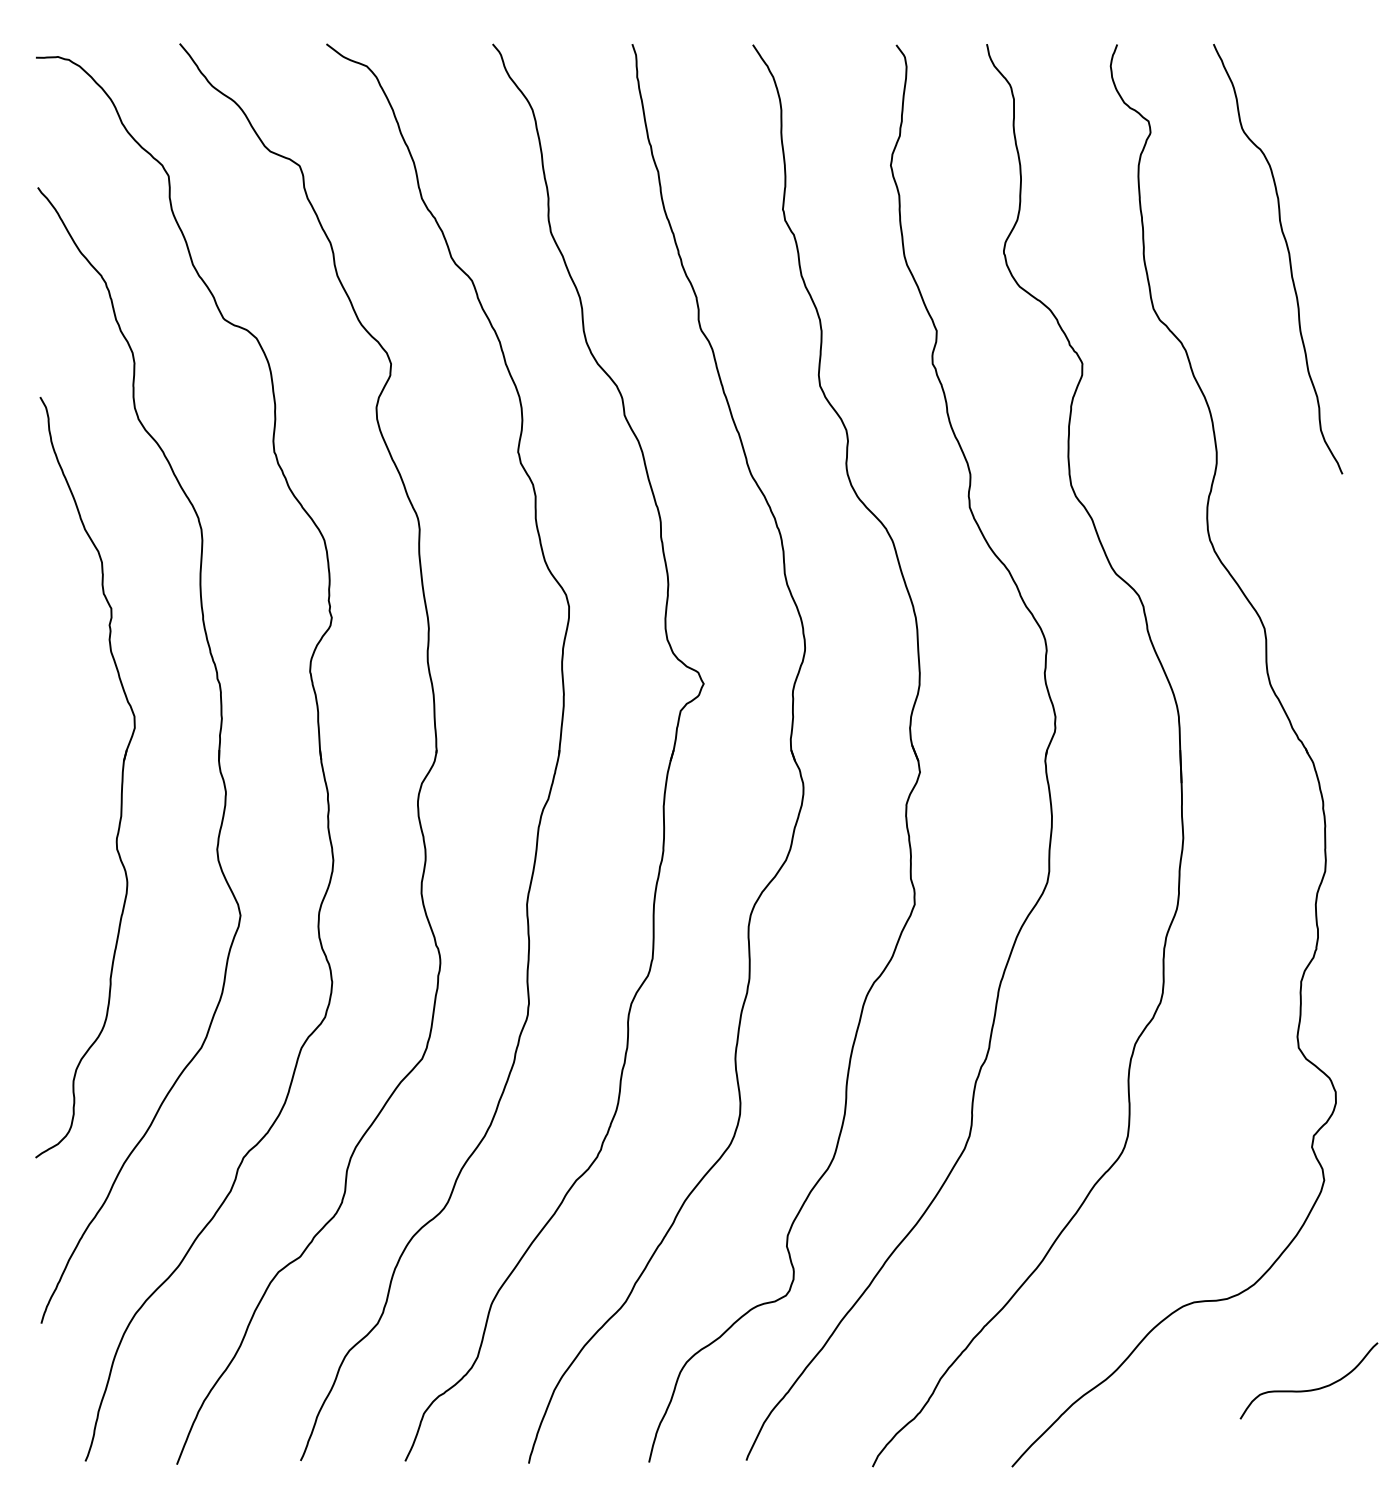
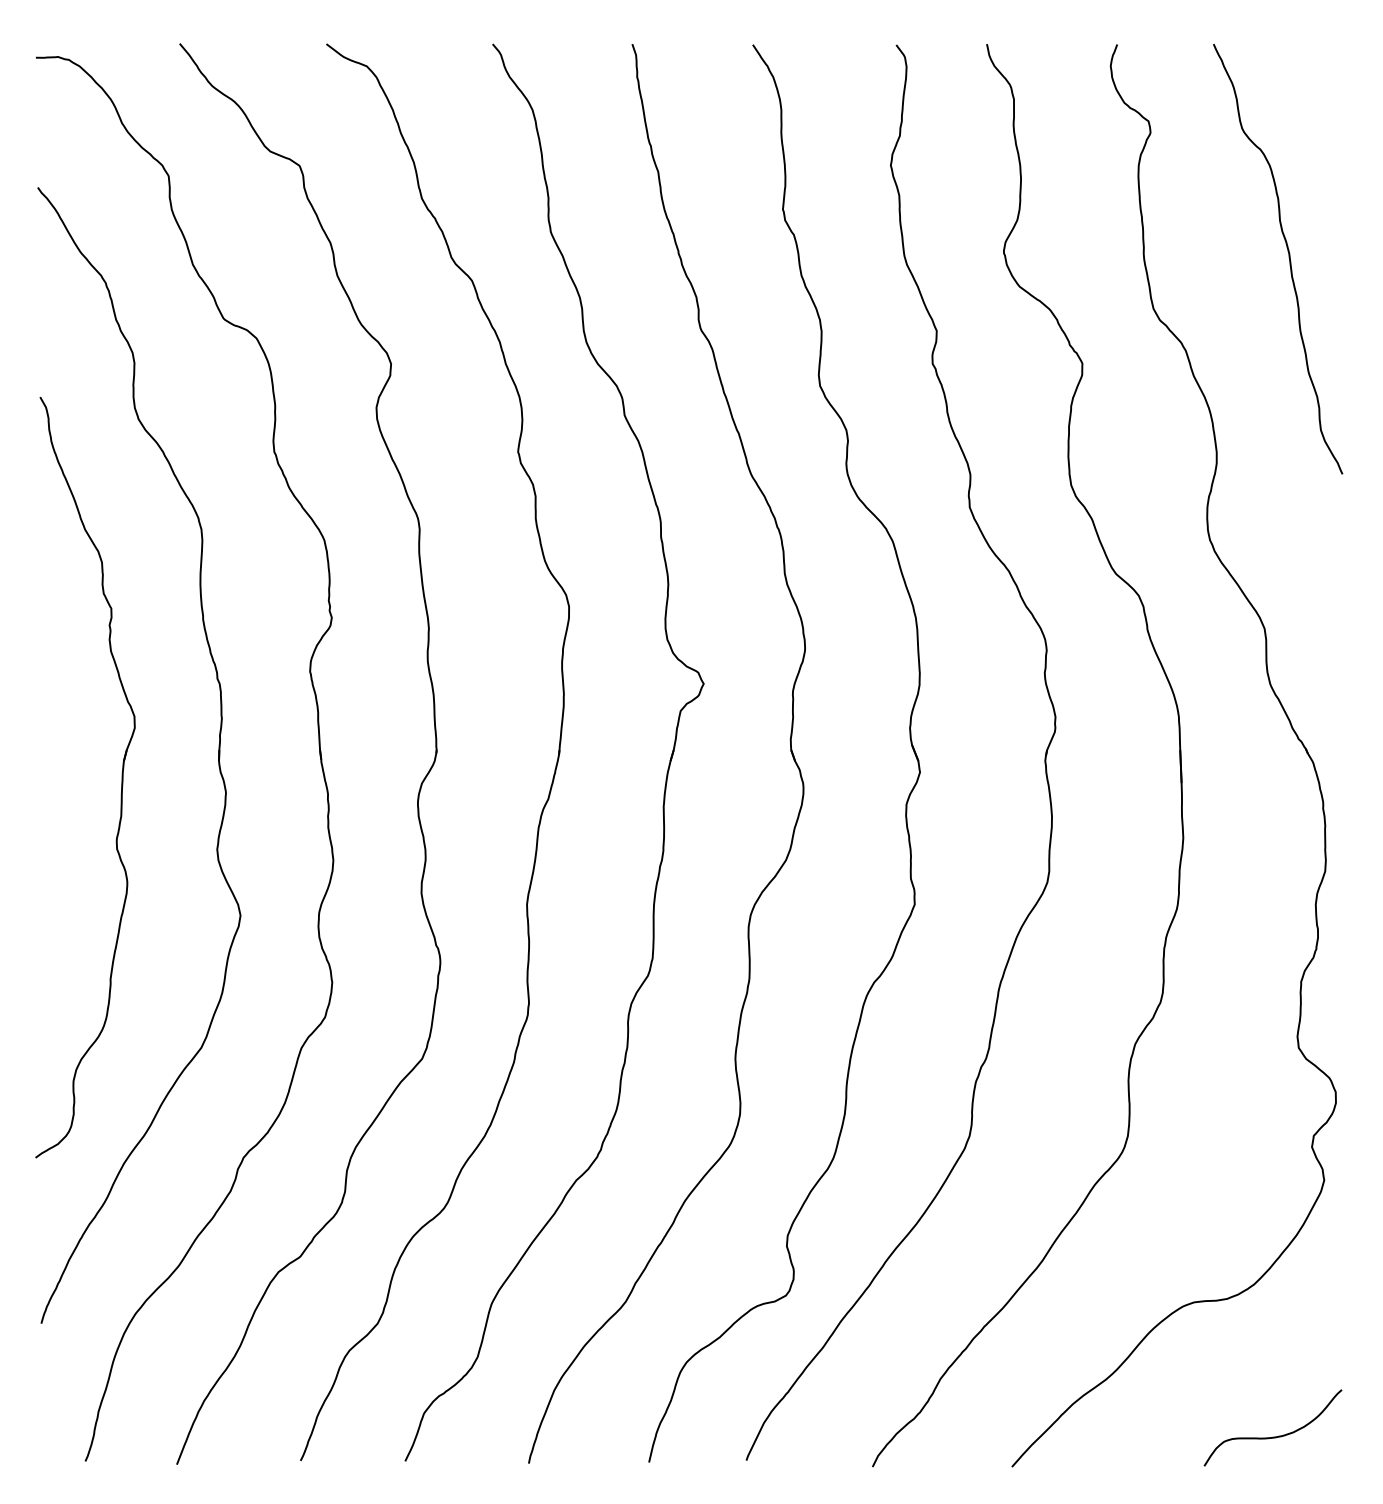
curve at (1308, 1389) position: (1308, 1389) -> (1272, 1436)
